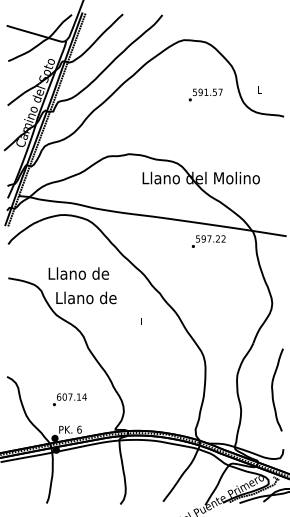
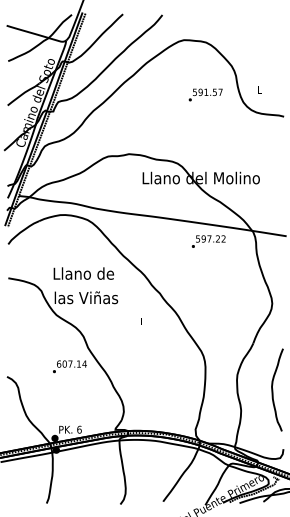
text at (78, 273) position: (78, 273) -> (83, 273)
text at (86, 297): Llano de -> las Viñas
text at (69, 399) position: (69, 399) -> (69, 366)
